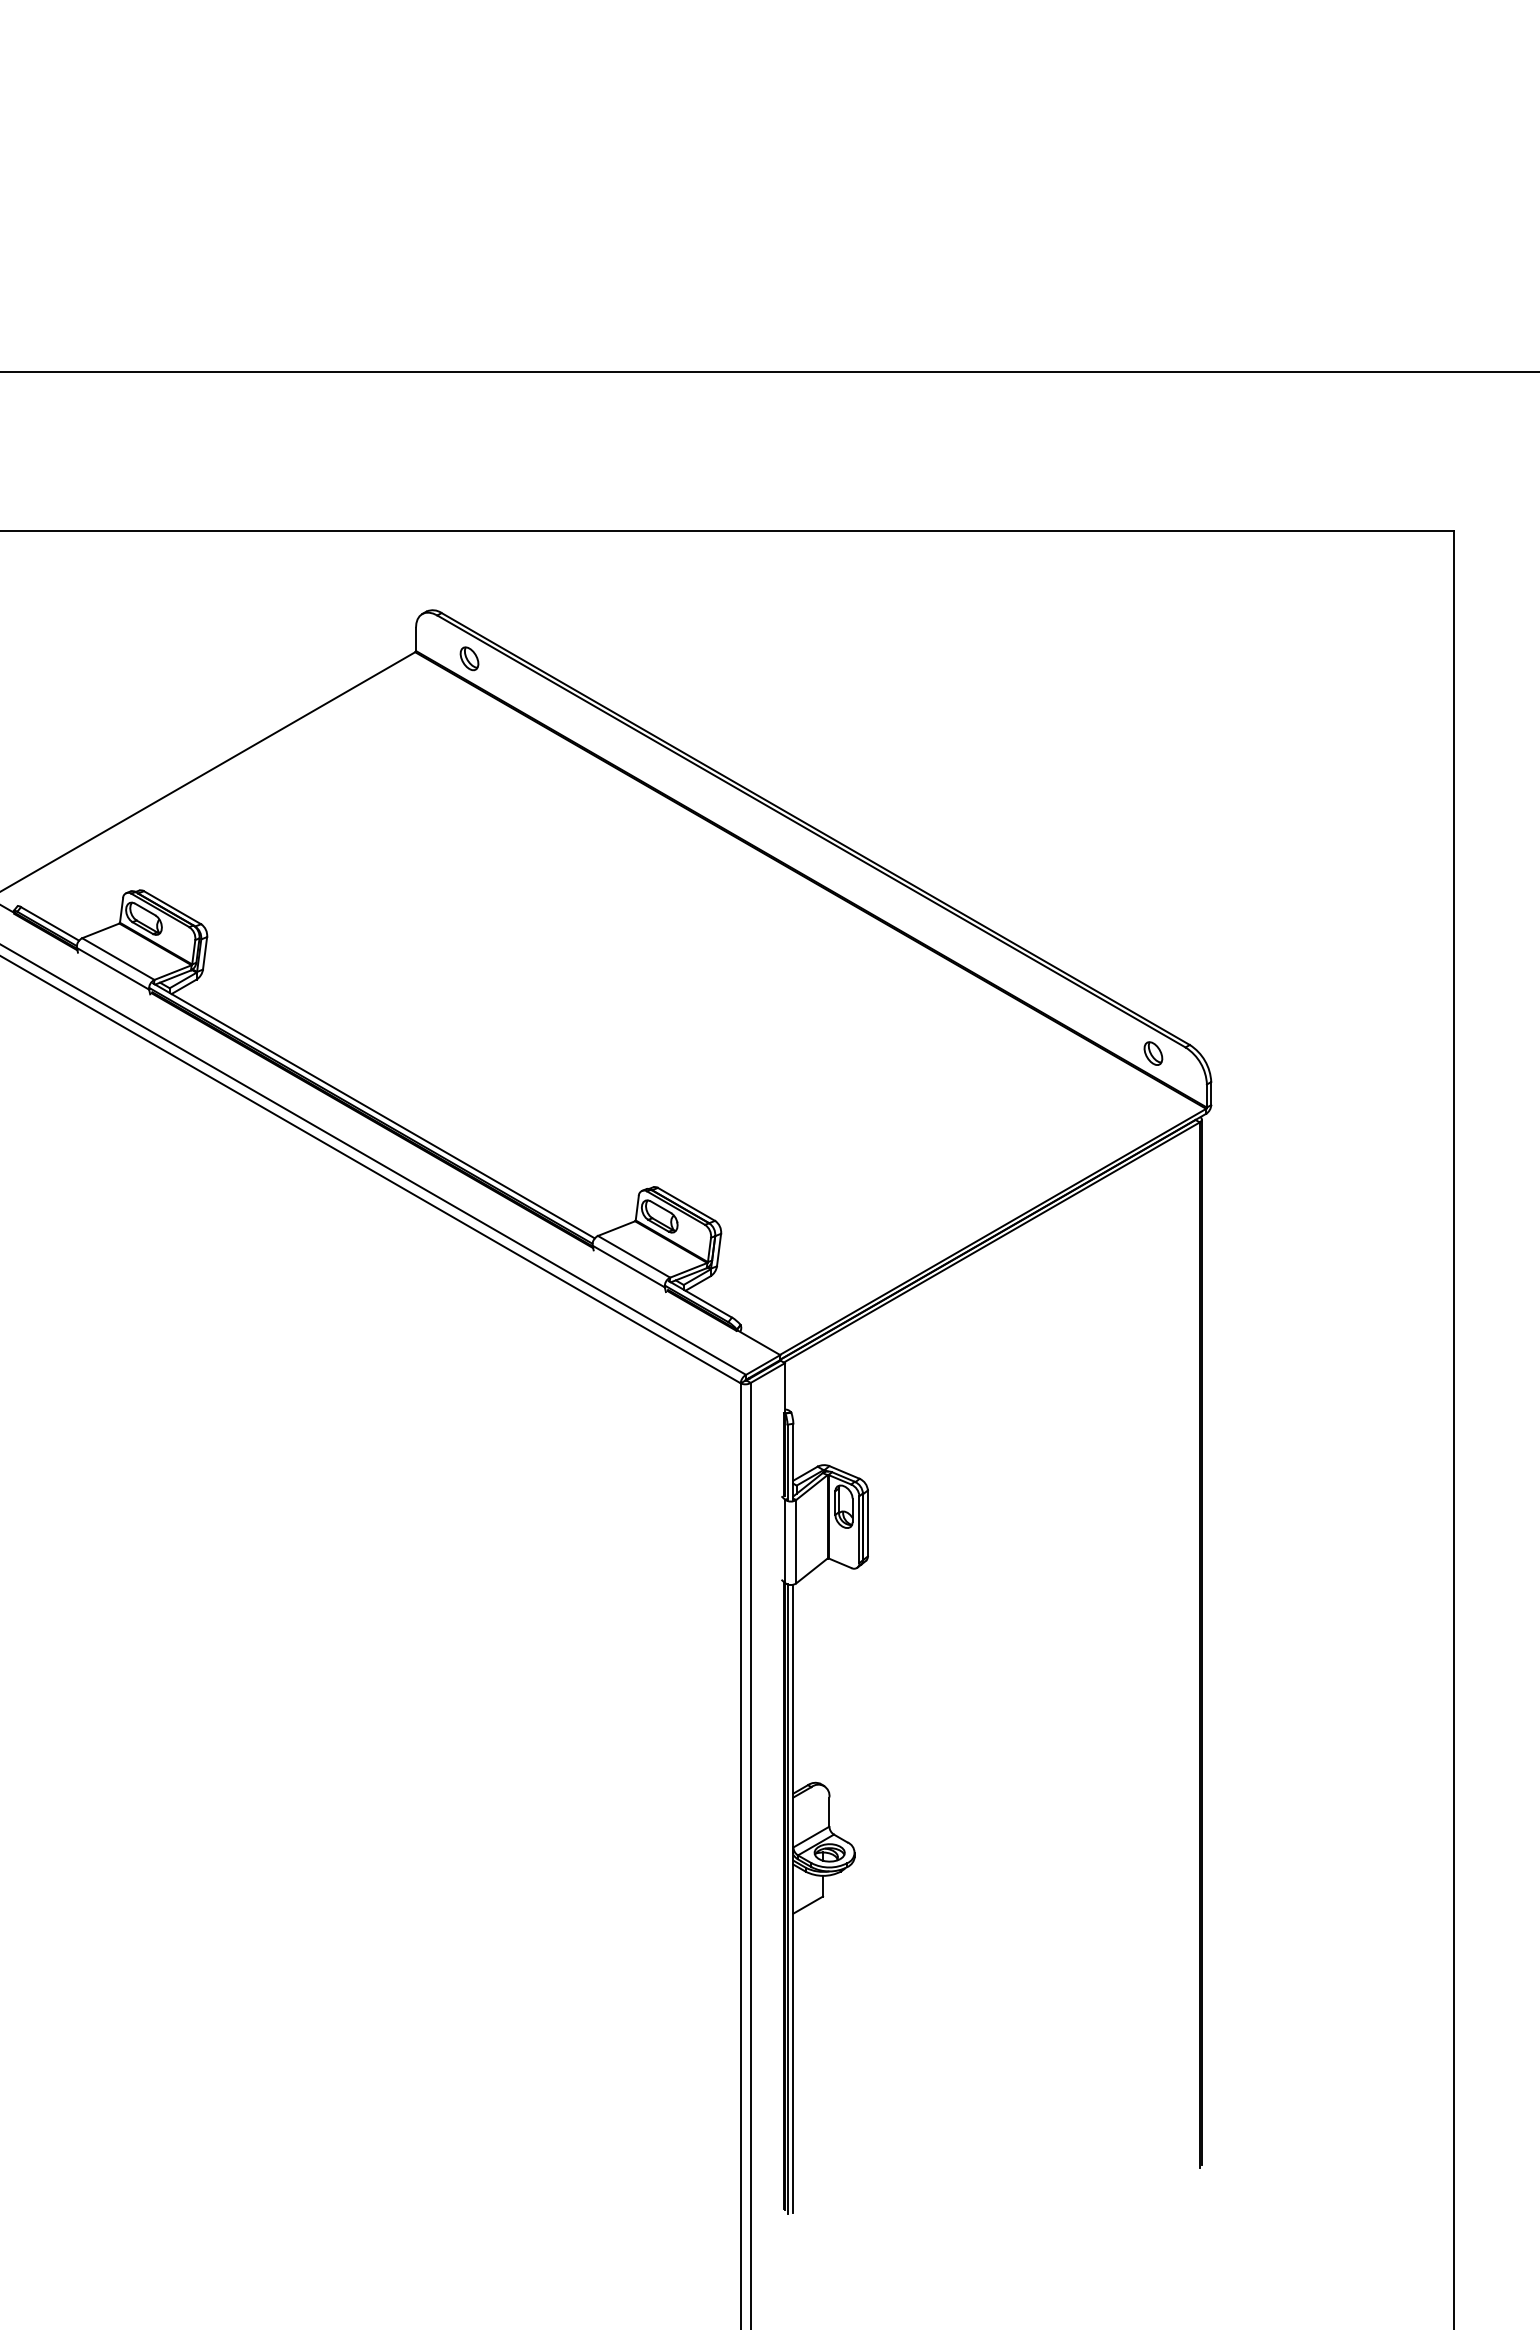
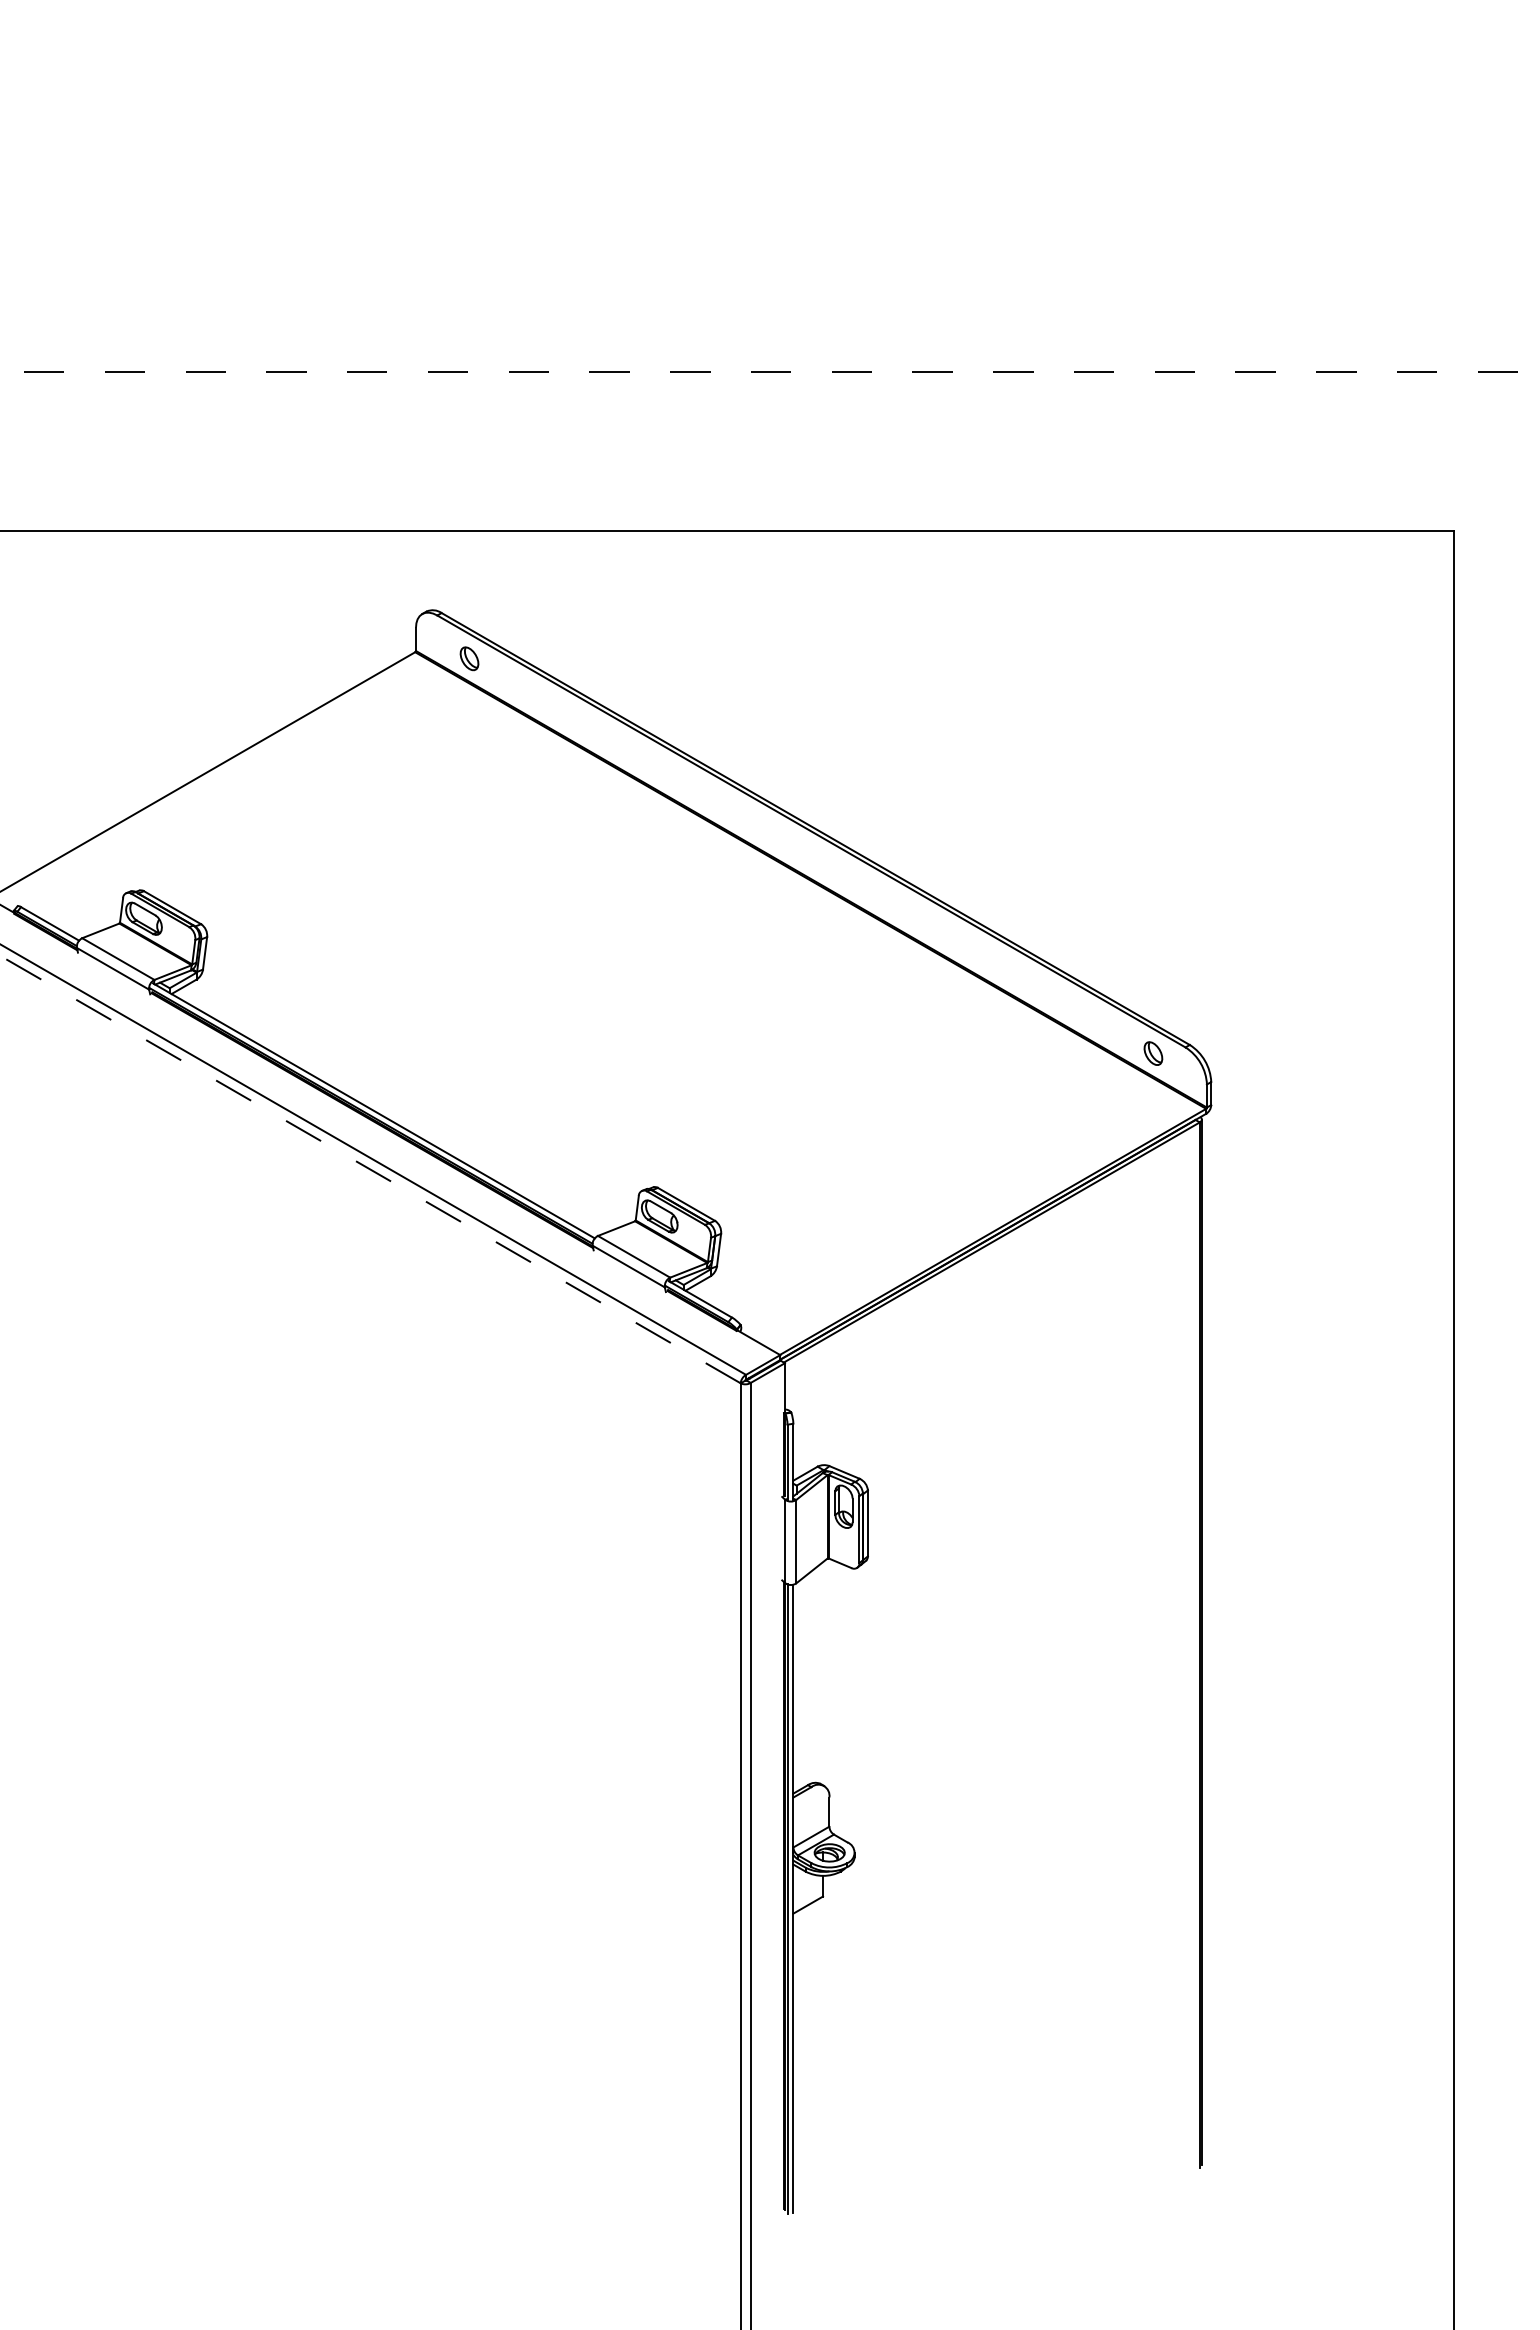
line at (770, 371): solid -> dashed
line at (370, 1169): solid -> dashed
